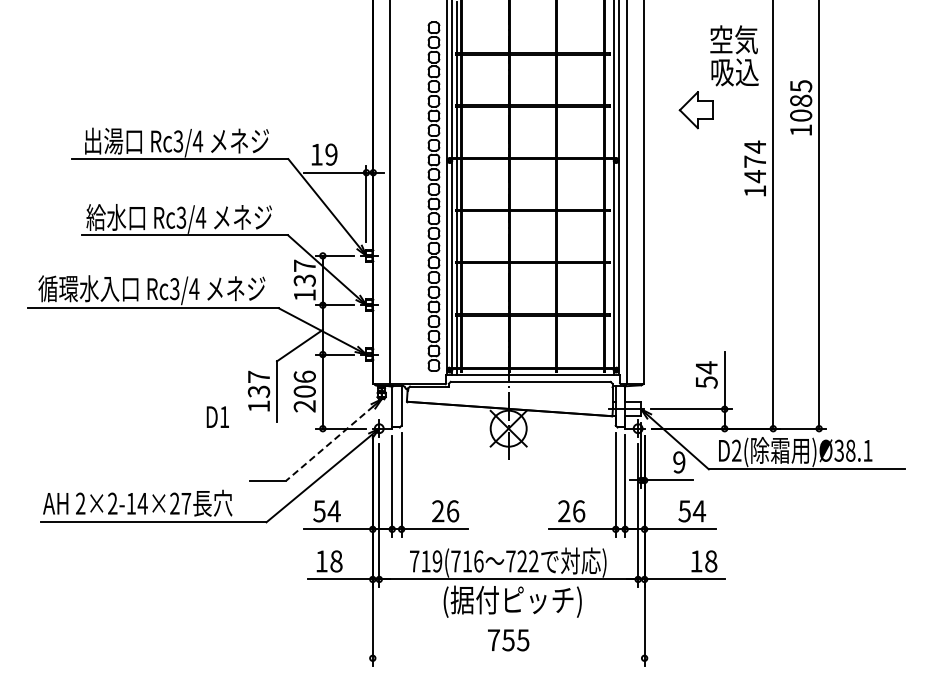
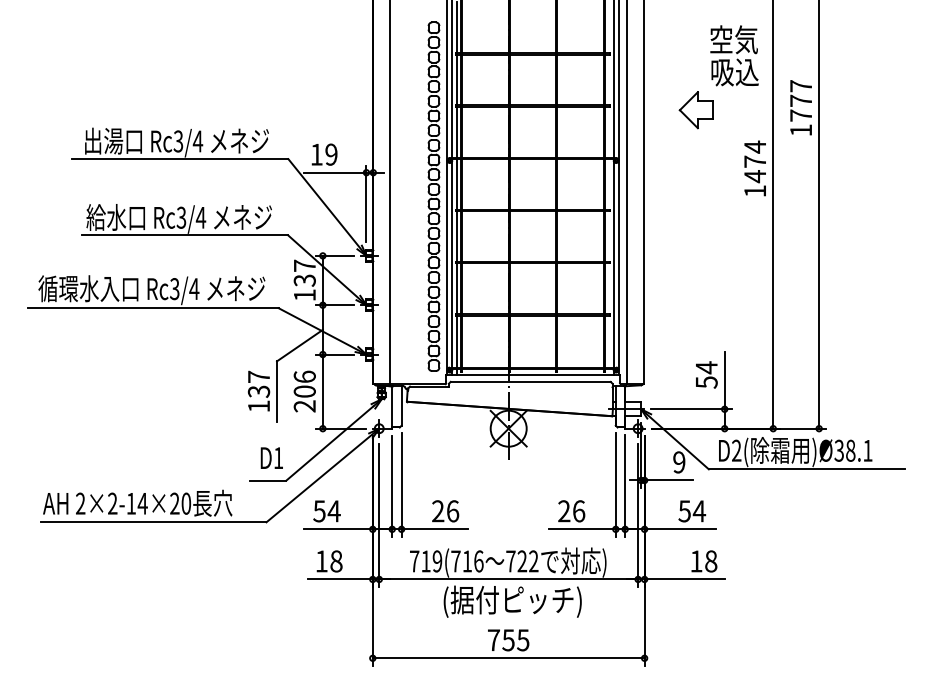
text at (801, 100): 1085 -> 1777
text at (217, 416) position: (217, 416) -> (271, 457)
line at (329, 443): dashed -> solid
text at (186, 503): 2×2-14×27 -> 2×2-14×20
line at (508, 658): none -> present
